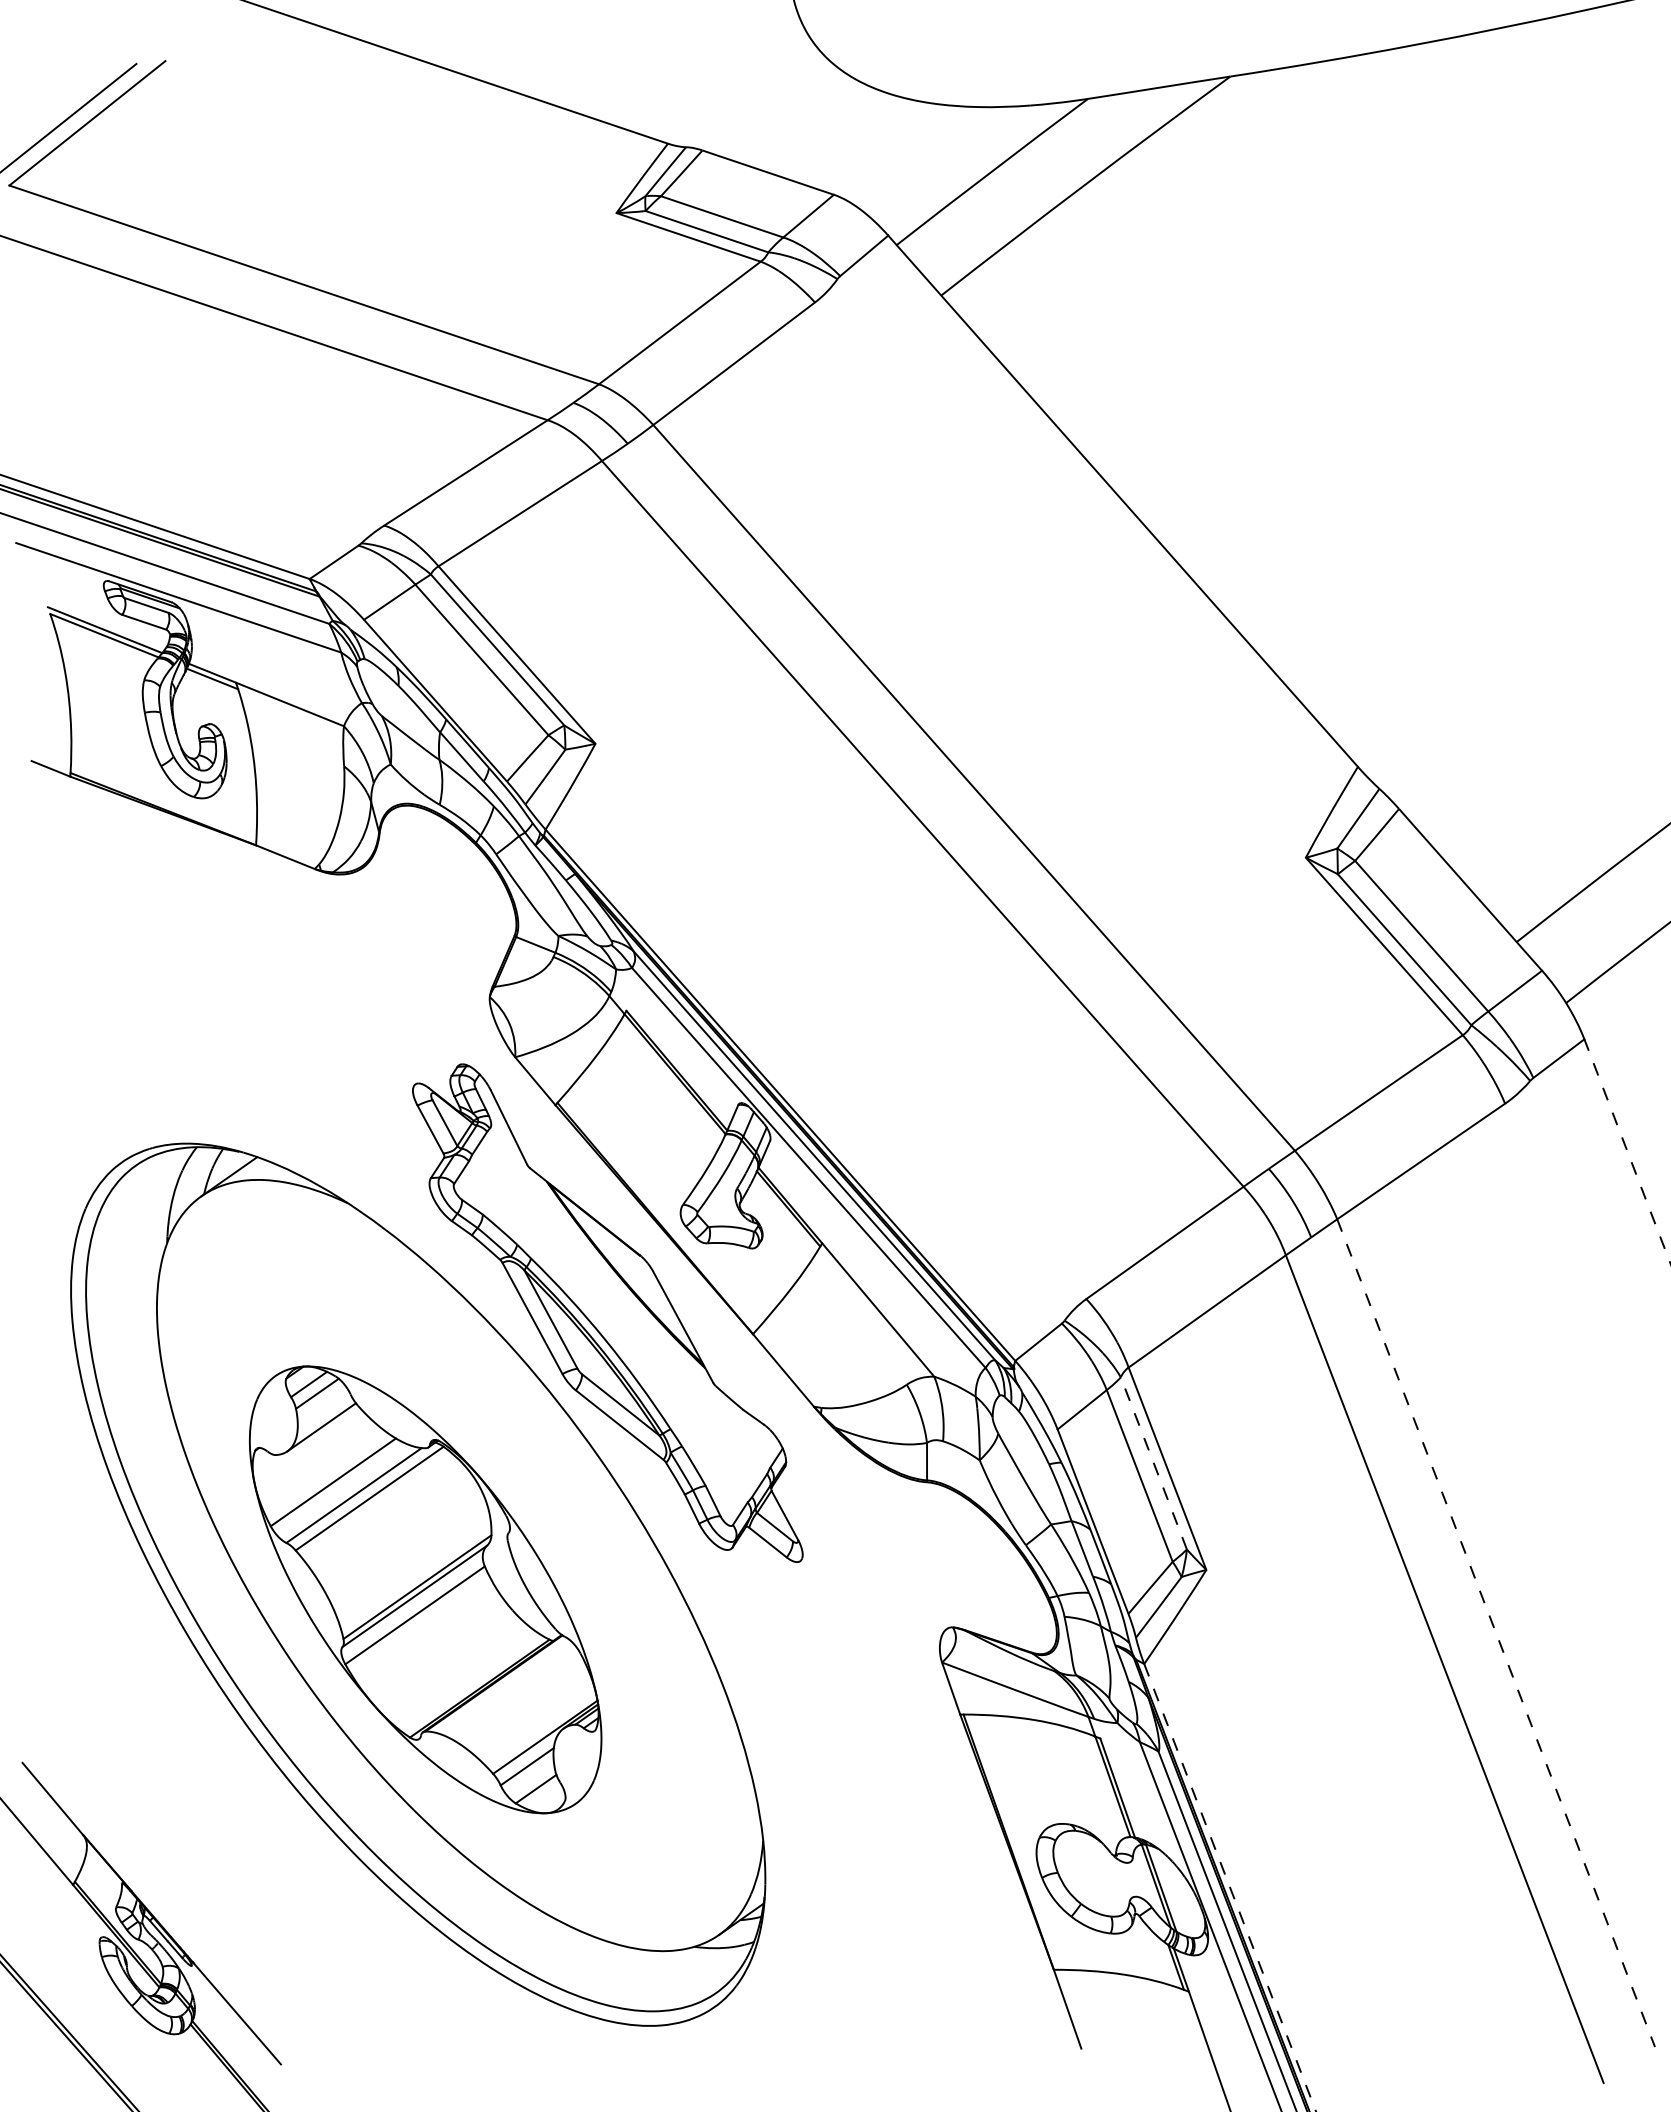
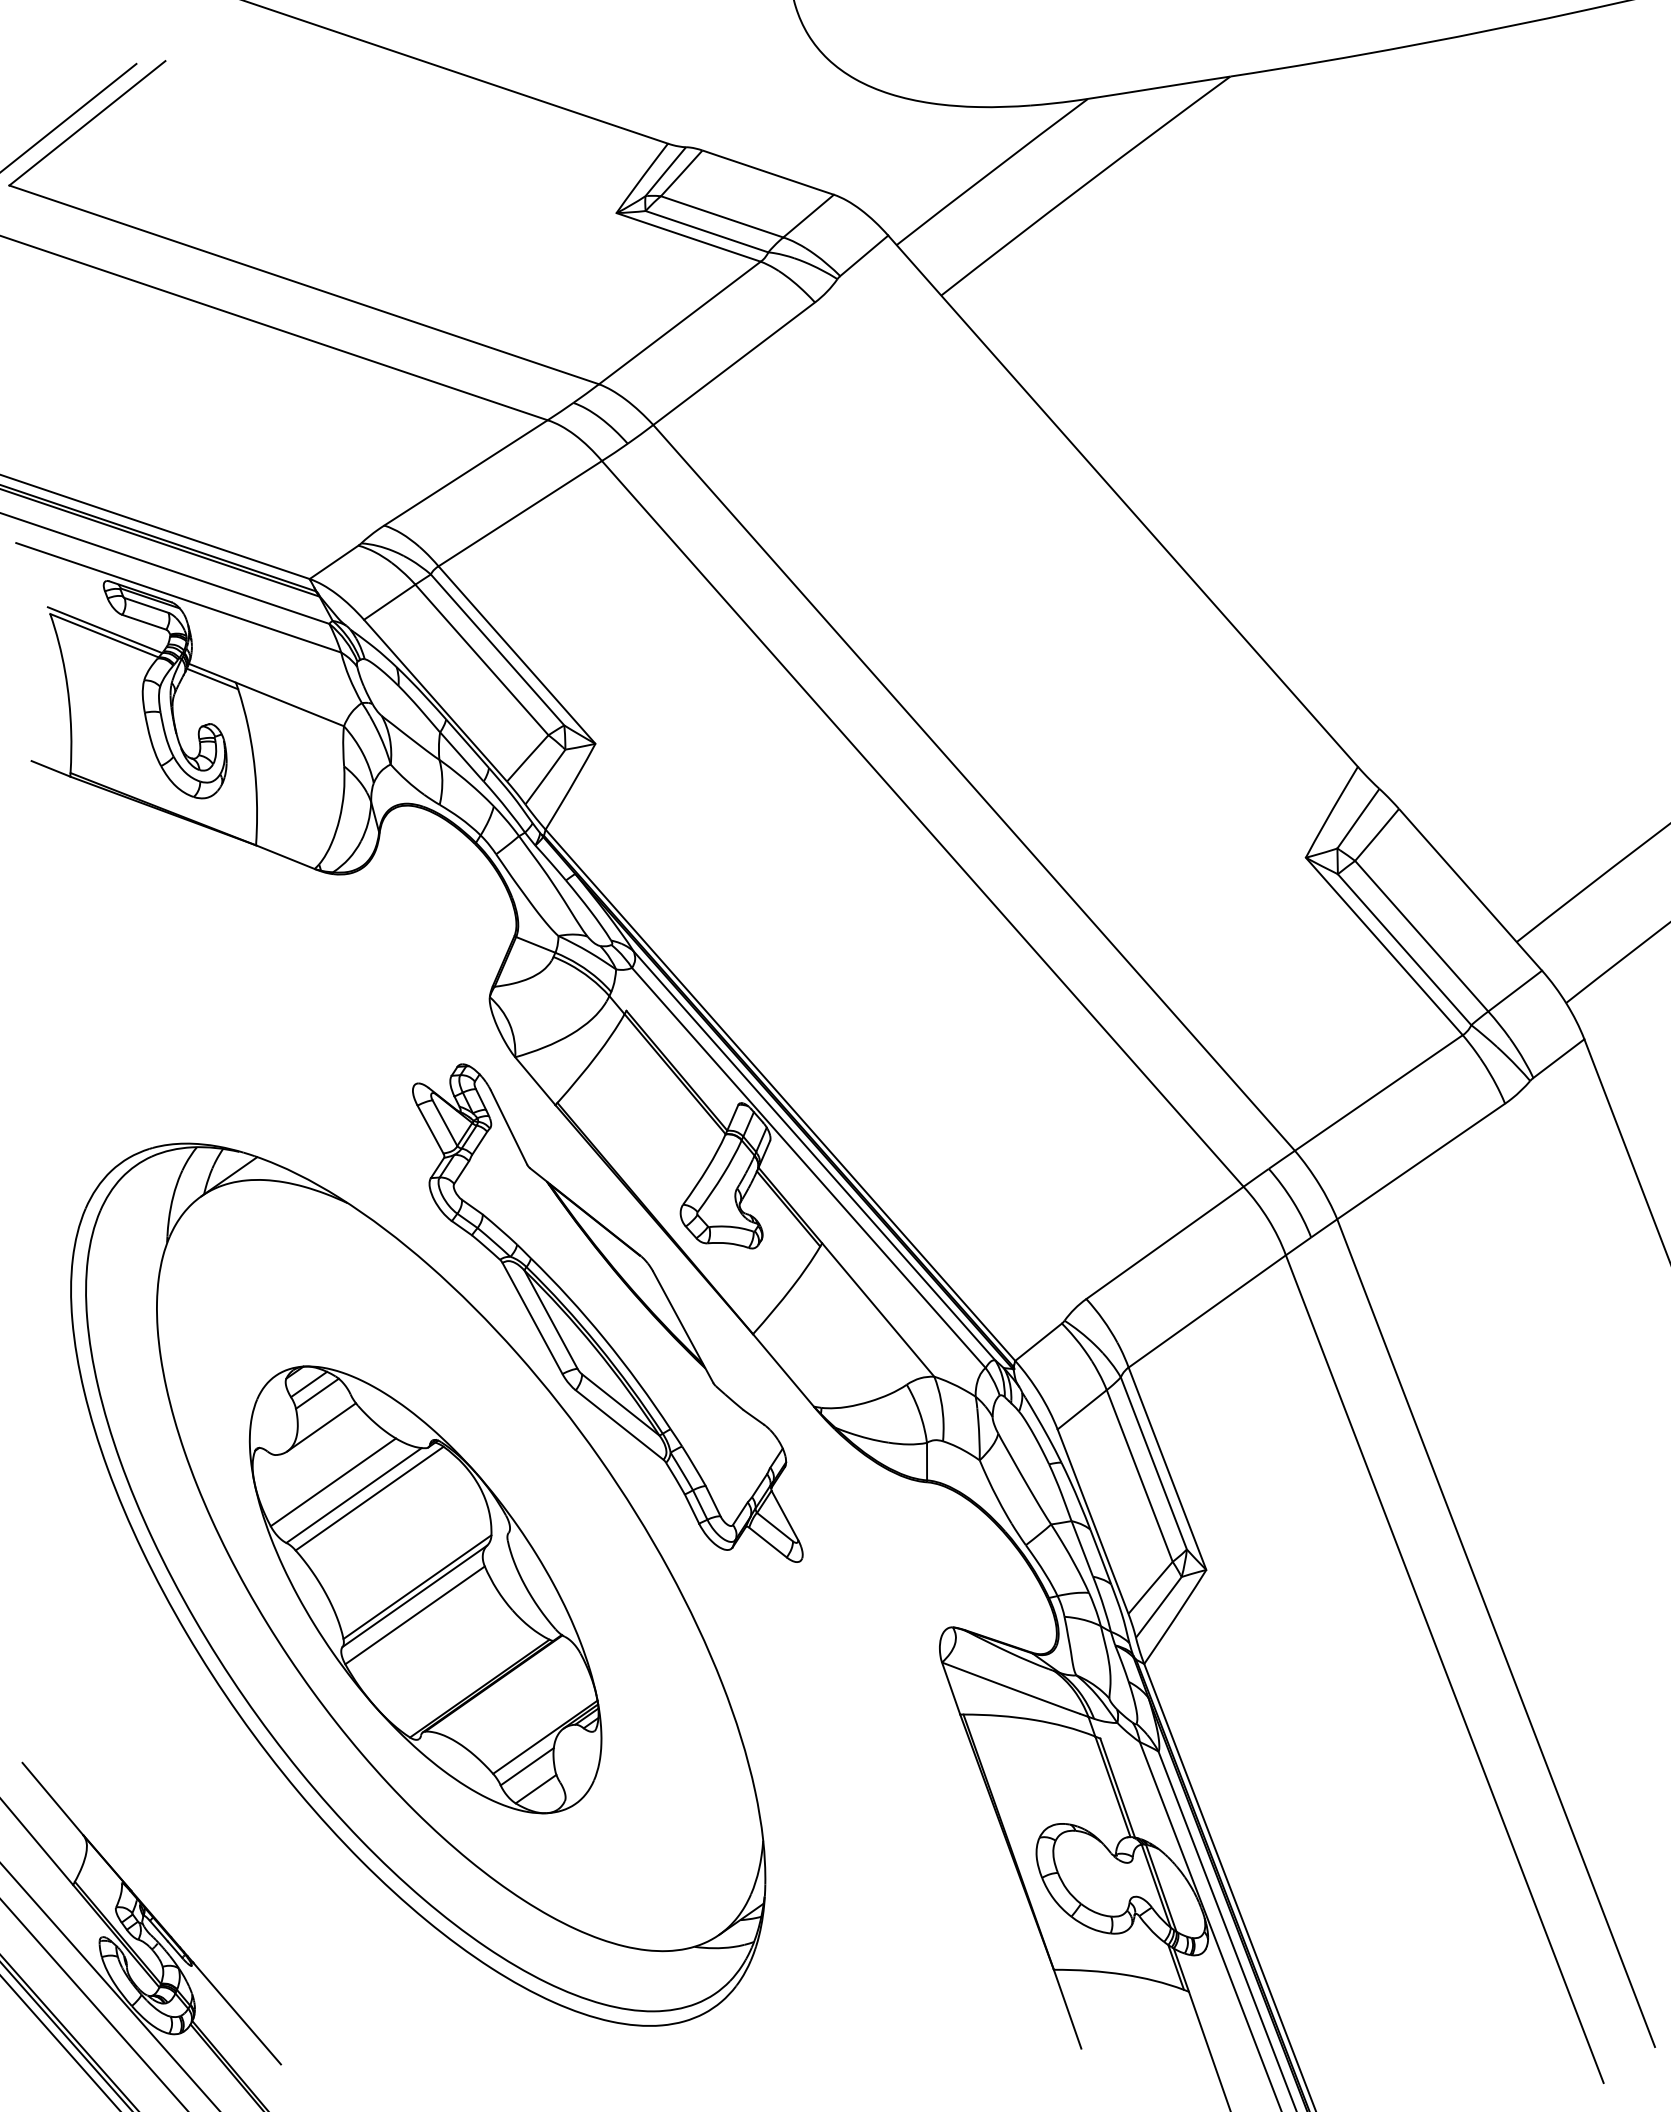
line at (1627, 1151): dashed -> solid
line at (1153, 1462): dashed -> solid
line at (1496, 1633): dashed -> solid
line at (1230, 1888): dashed -> solid
line at (109, 1986): none -> present
line at (93, 2004): none -> present
line at (60, 2042): none -> present
